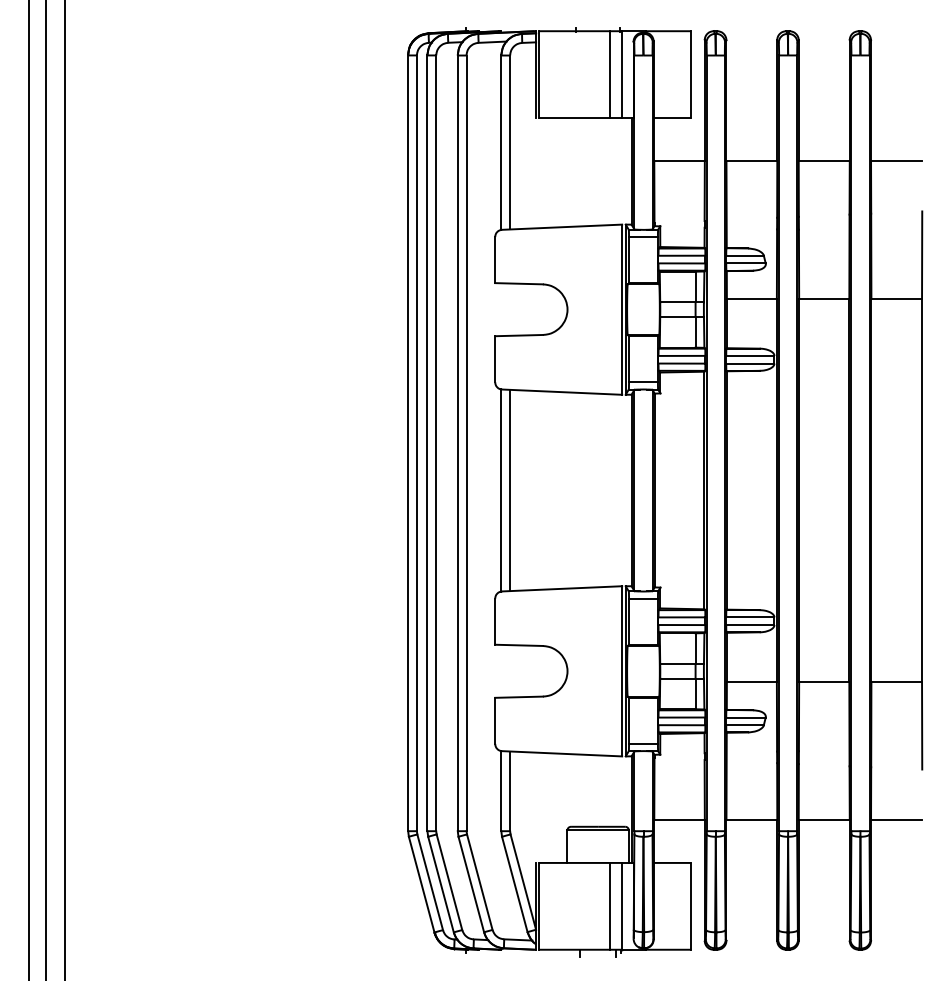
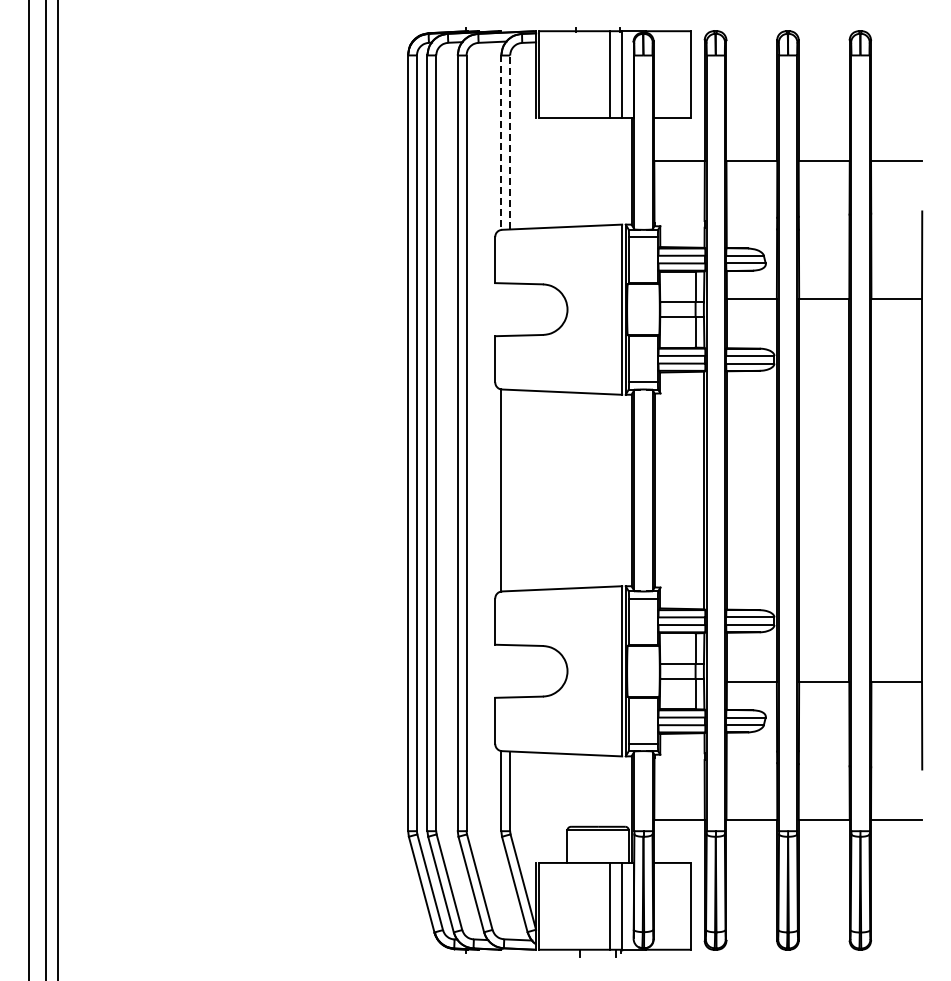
line at (510, 142): solid -> dashed
line at (501, 143): solid -> dashed
line at (64, 489) position: (64, 489) -> (57, 489)
line at (510, 490): present -> none
